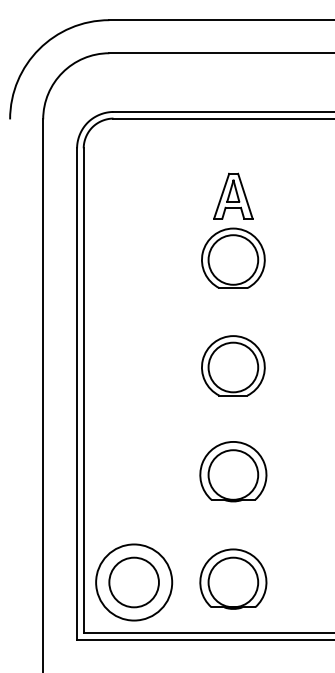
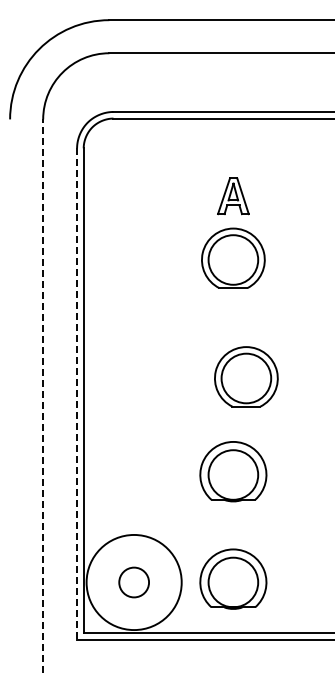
part at (233, 195) size: 41x48 px -> 33x39 px
part at (233, 365) position: (233, 365) -> (246, 376)
line at (77, 393): solid -> dashed
line at (43, 395): solid -> dashed
circle at (133, 582) diameter: 50 px -> 30 px
circle at (134, 582) diameter: 76 px -> 95 px
